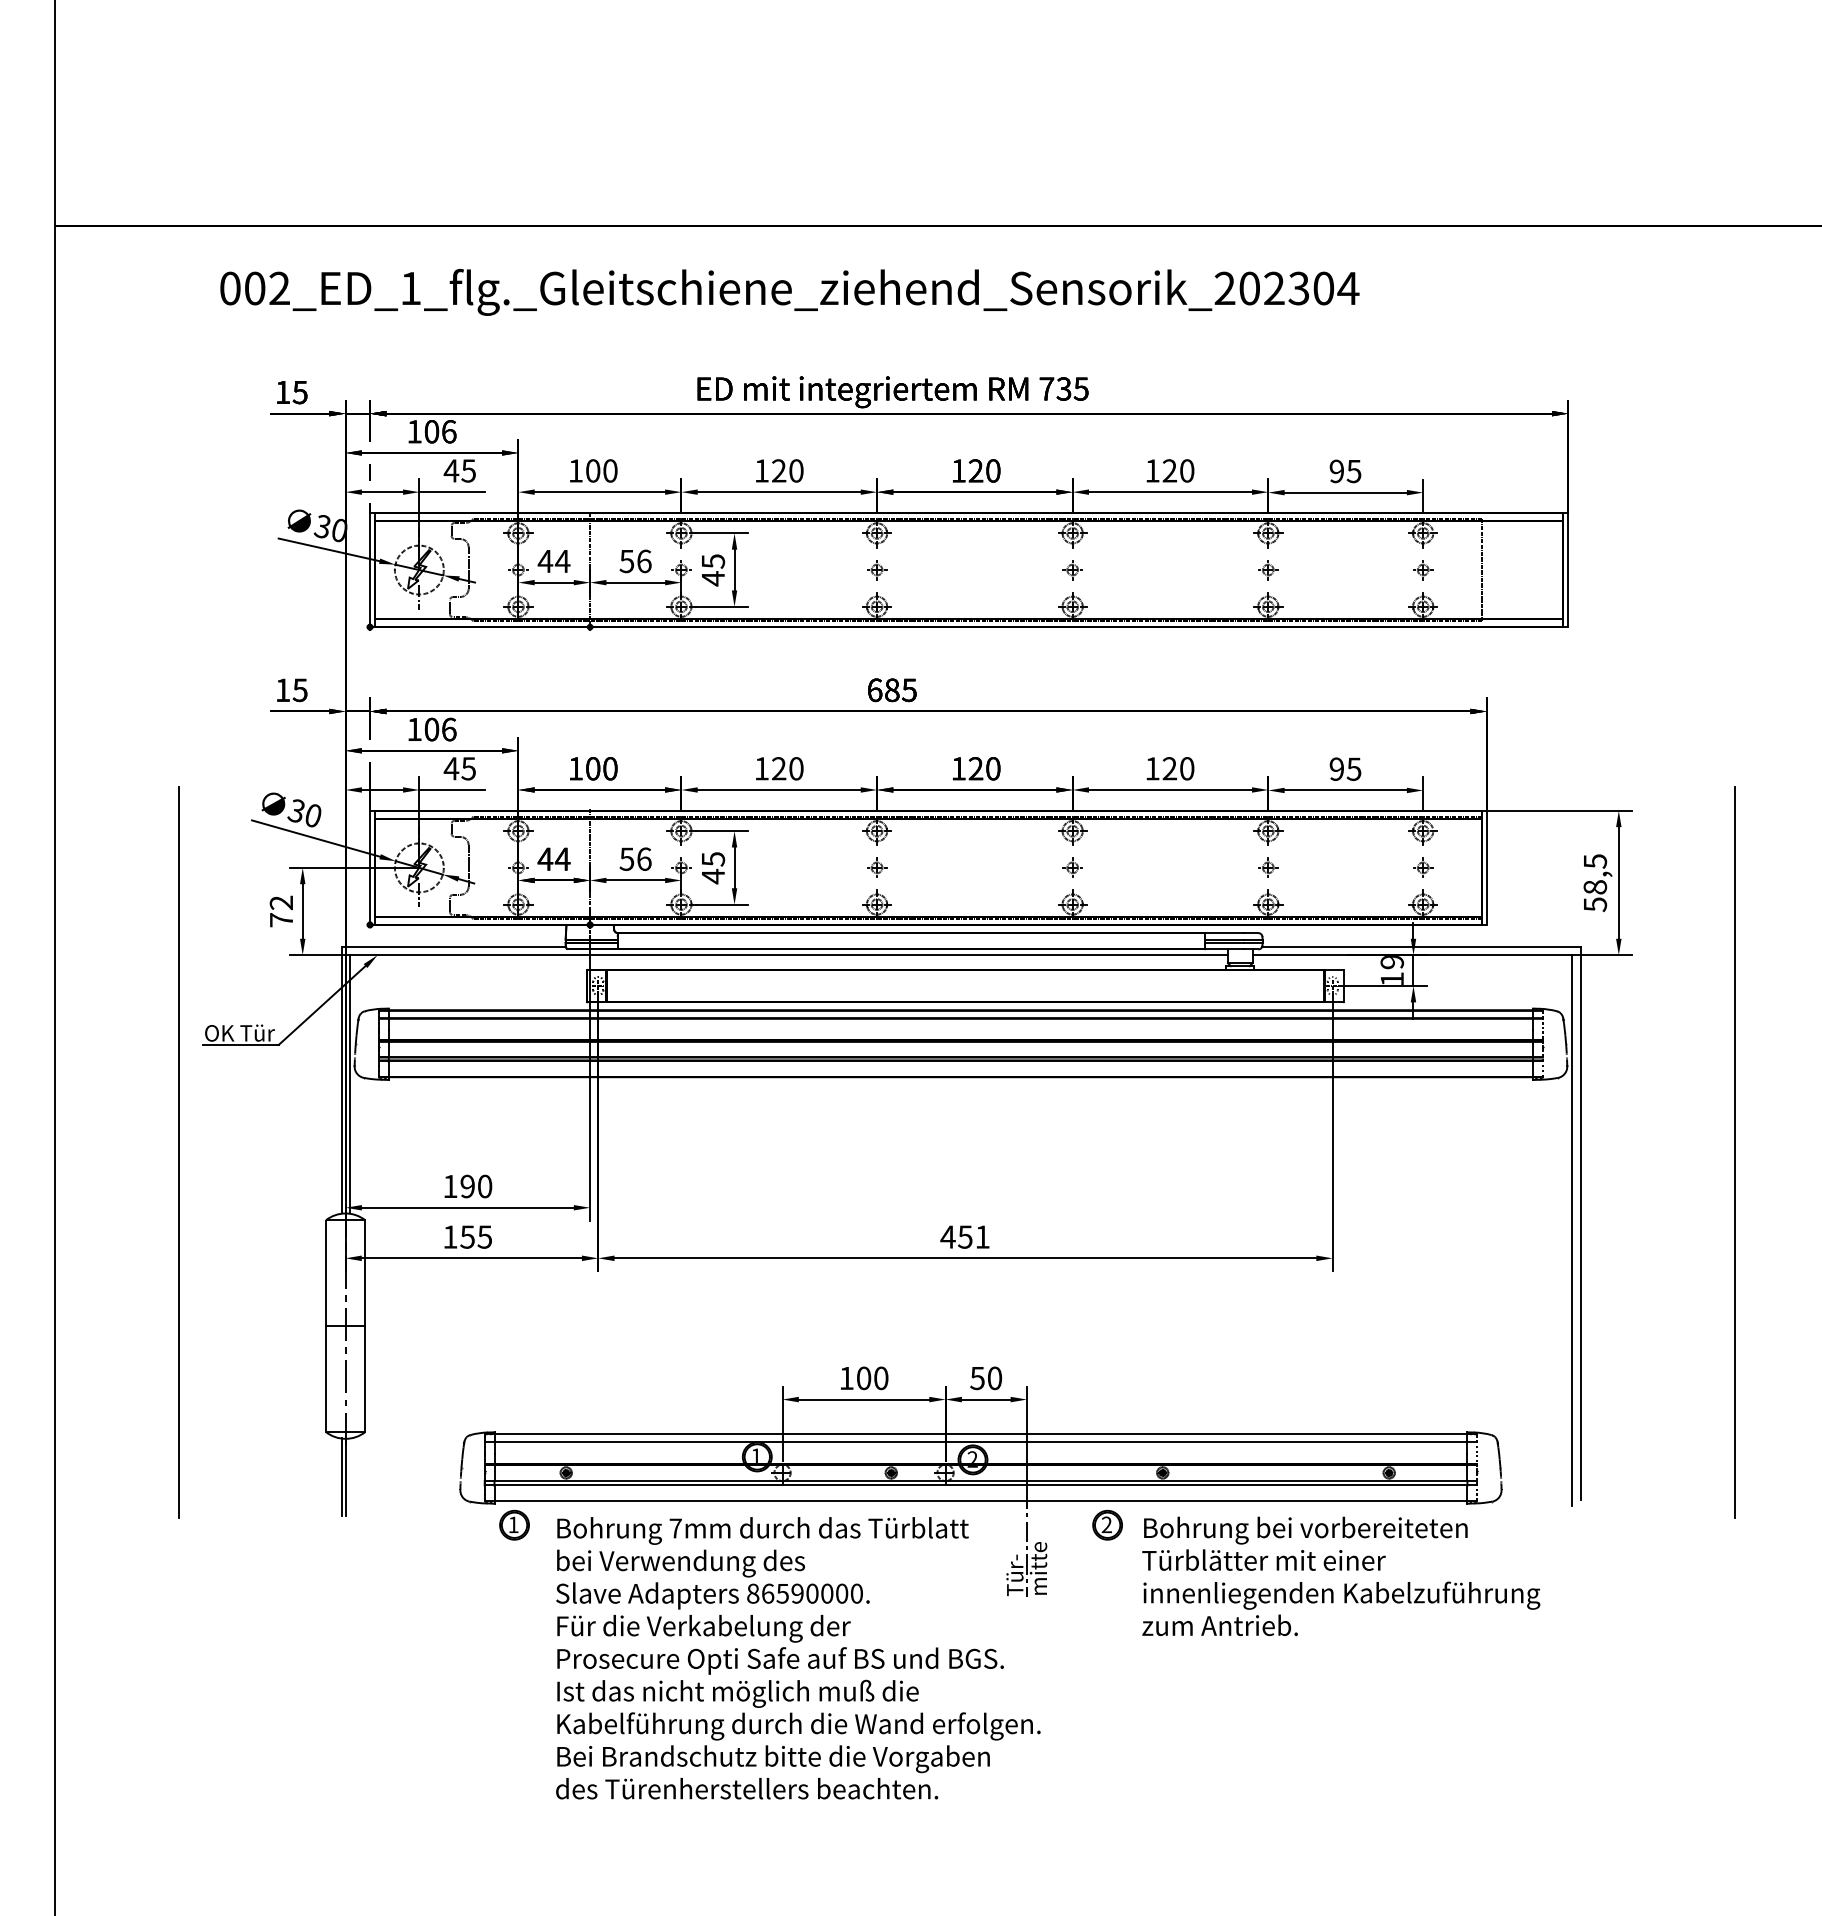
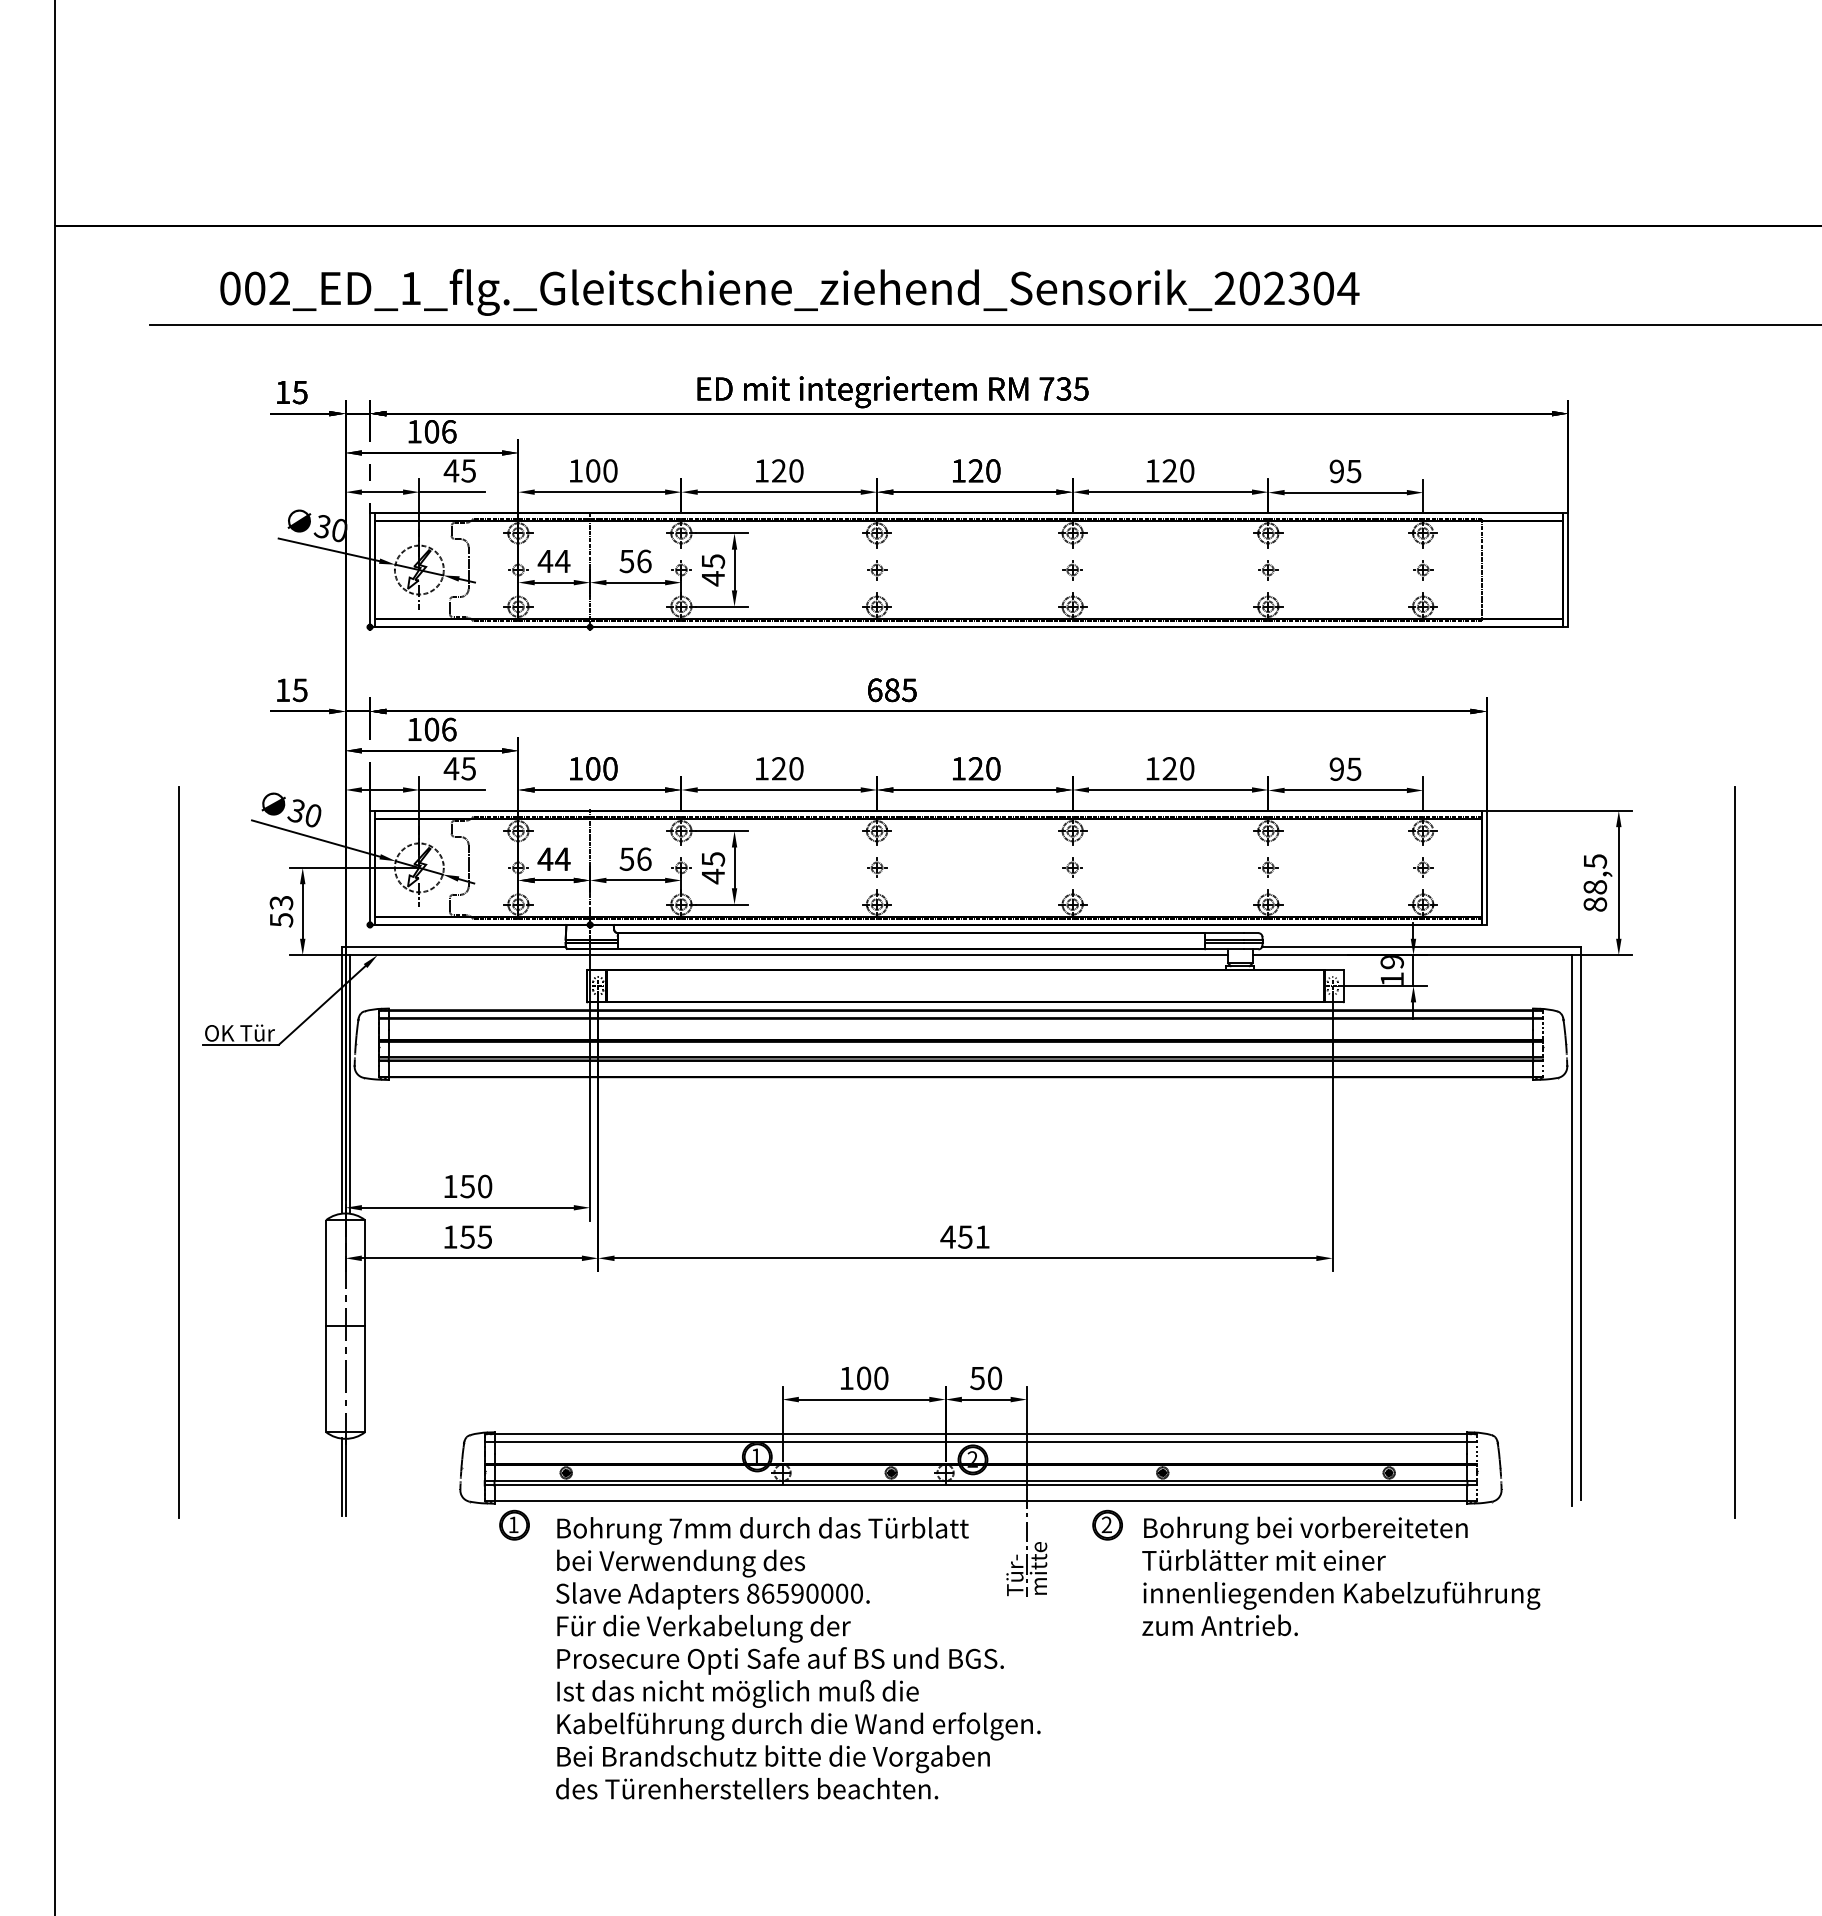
line at (984, 324): none -> present
text at (1594, 904): 58,5 -> 88,5
text at (281, 911): 72 -> 53
text at (467, 1186): 190 -> 150
